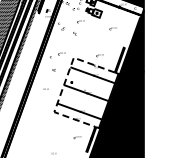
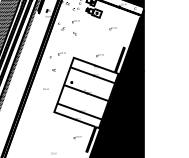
part at (80, 21) position: (80, 21) -> (75, 21)
line at (64, 84): dashed -> solid
